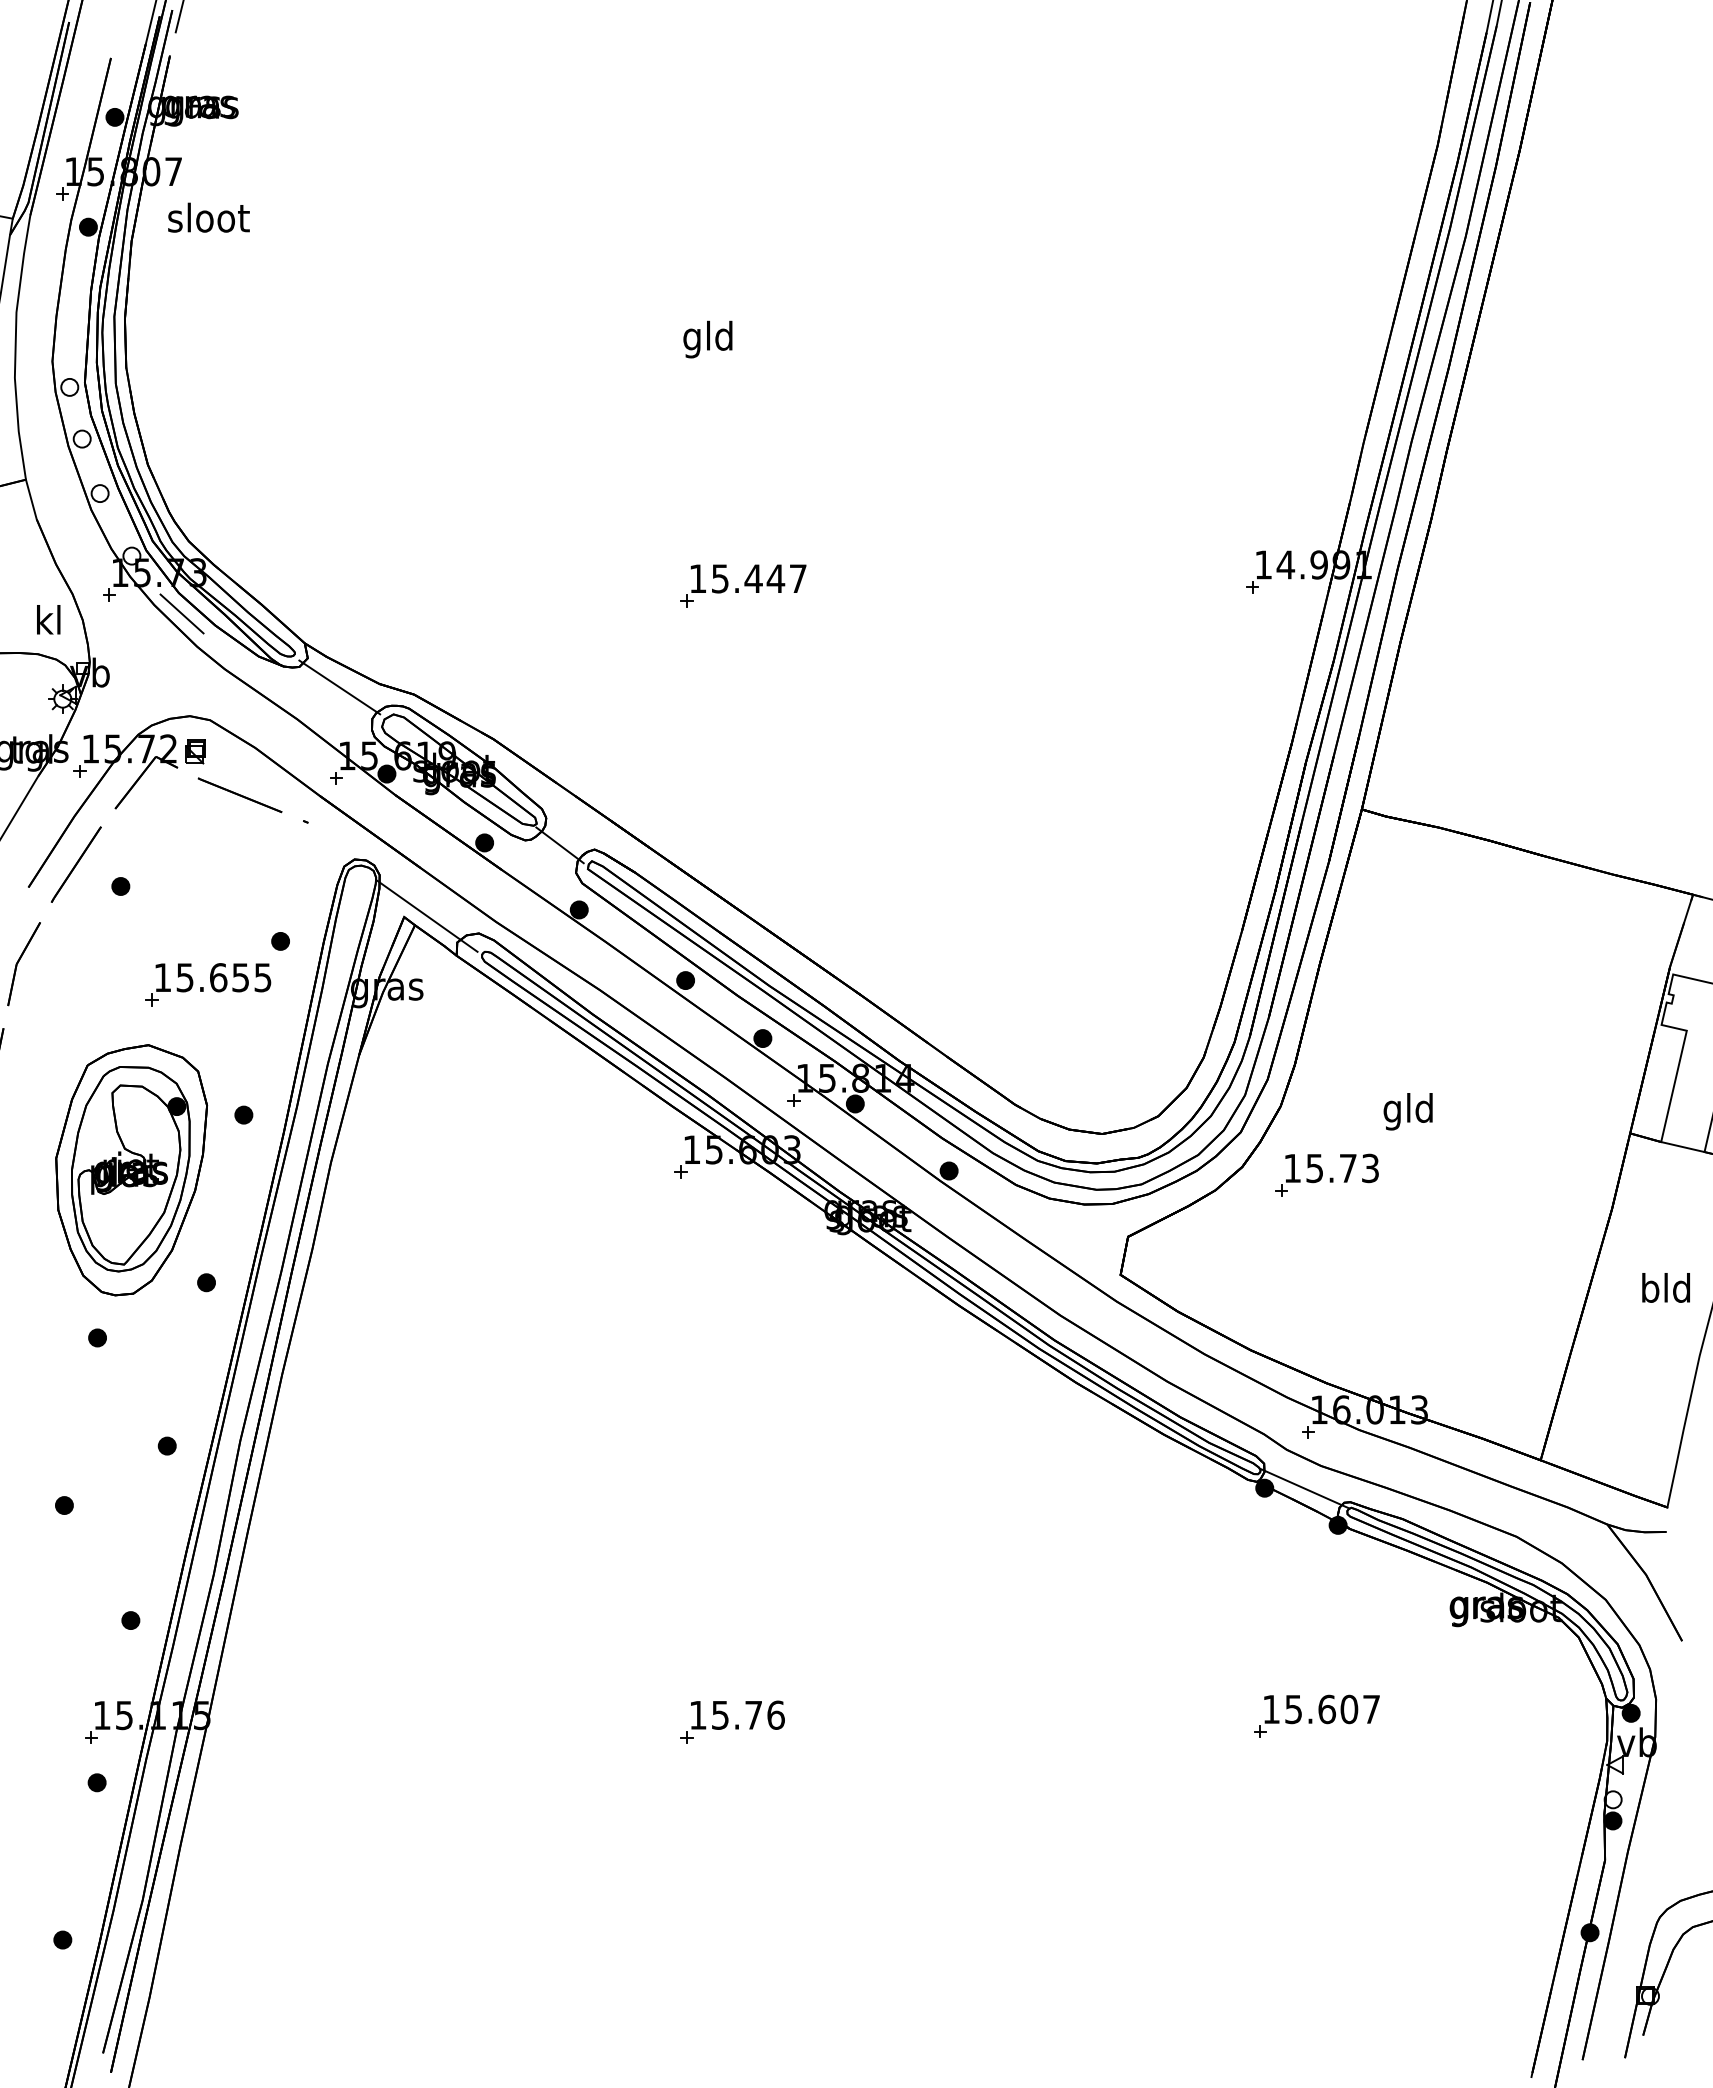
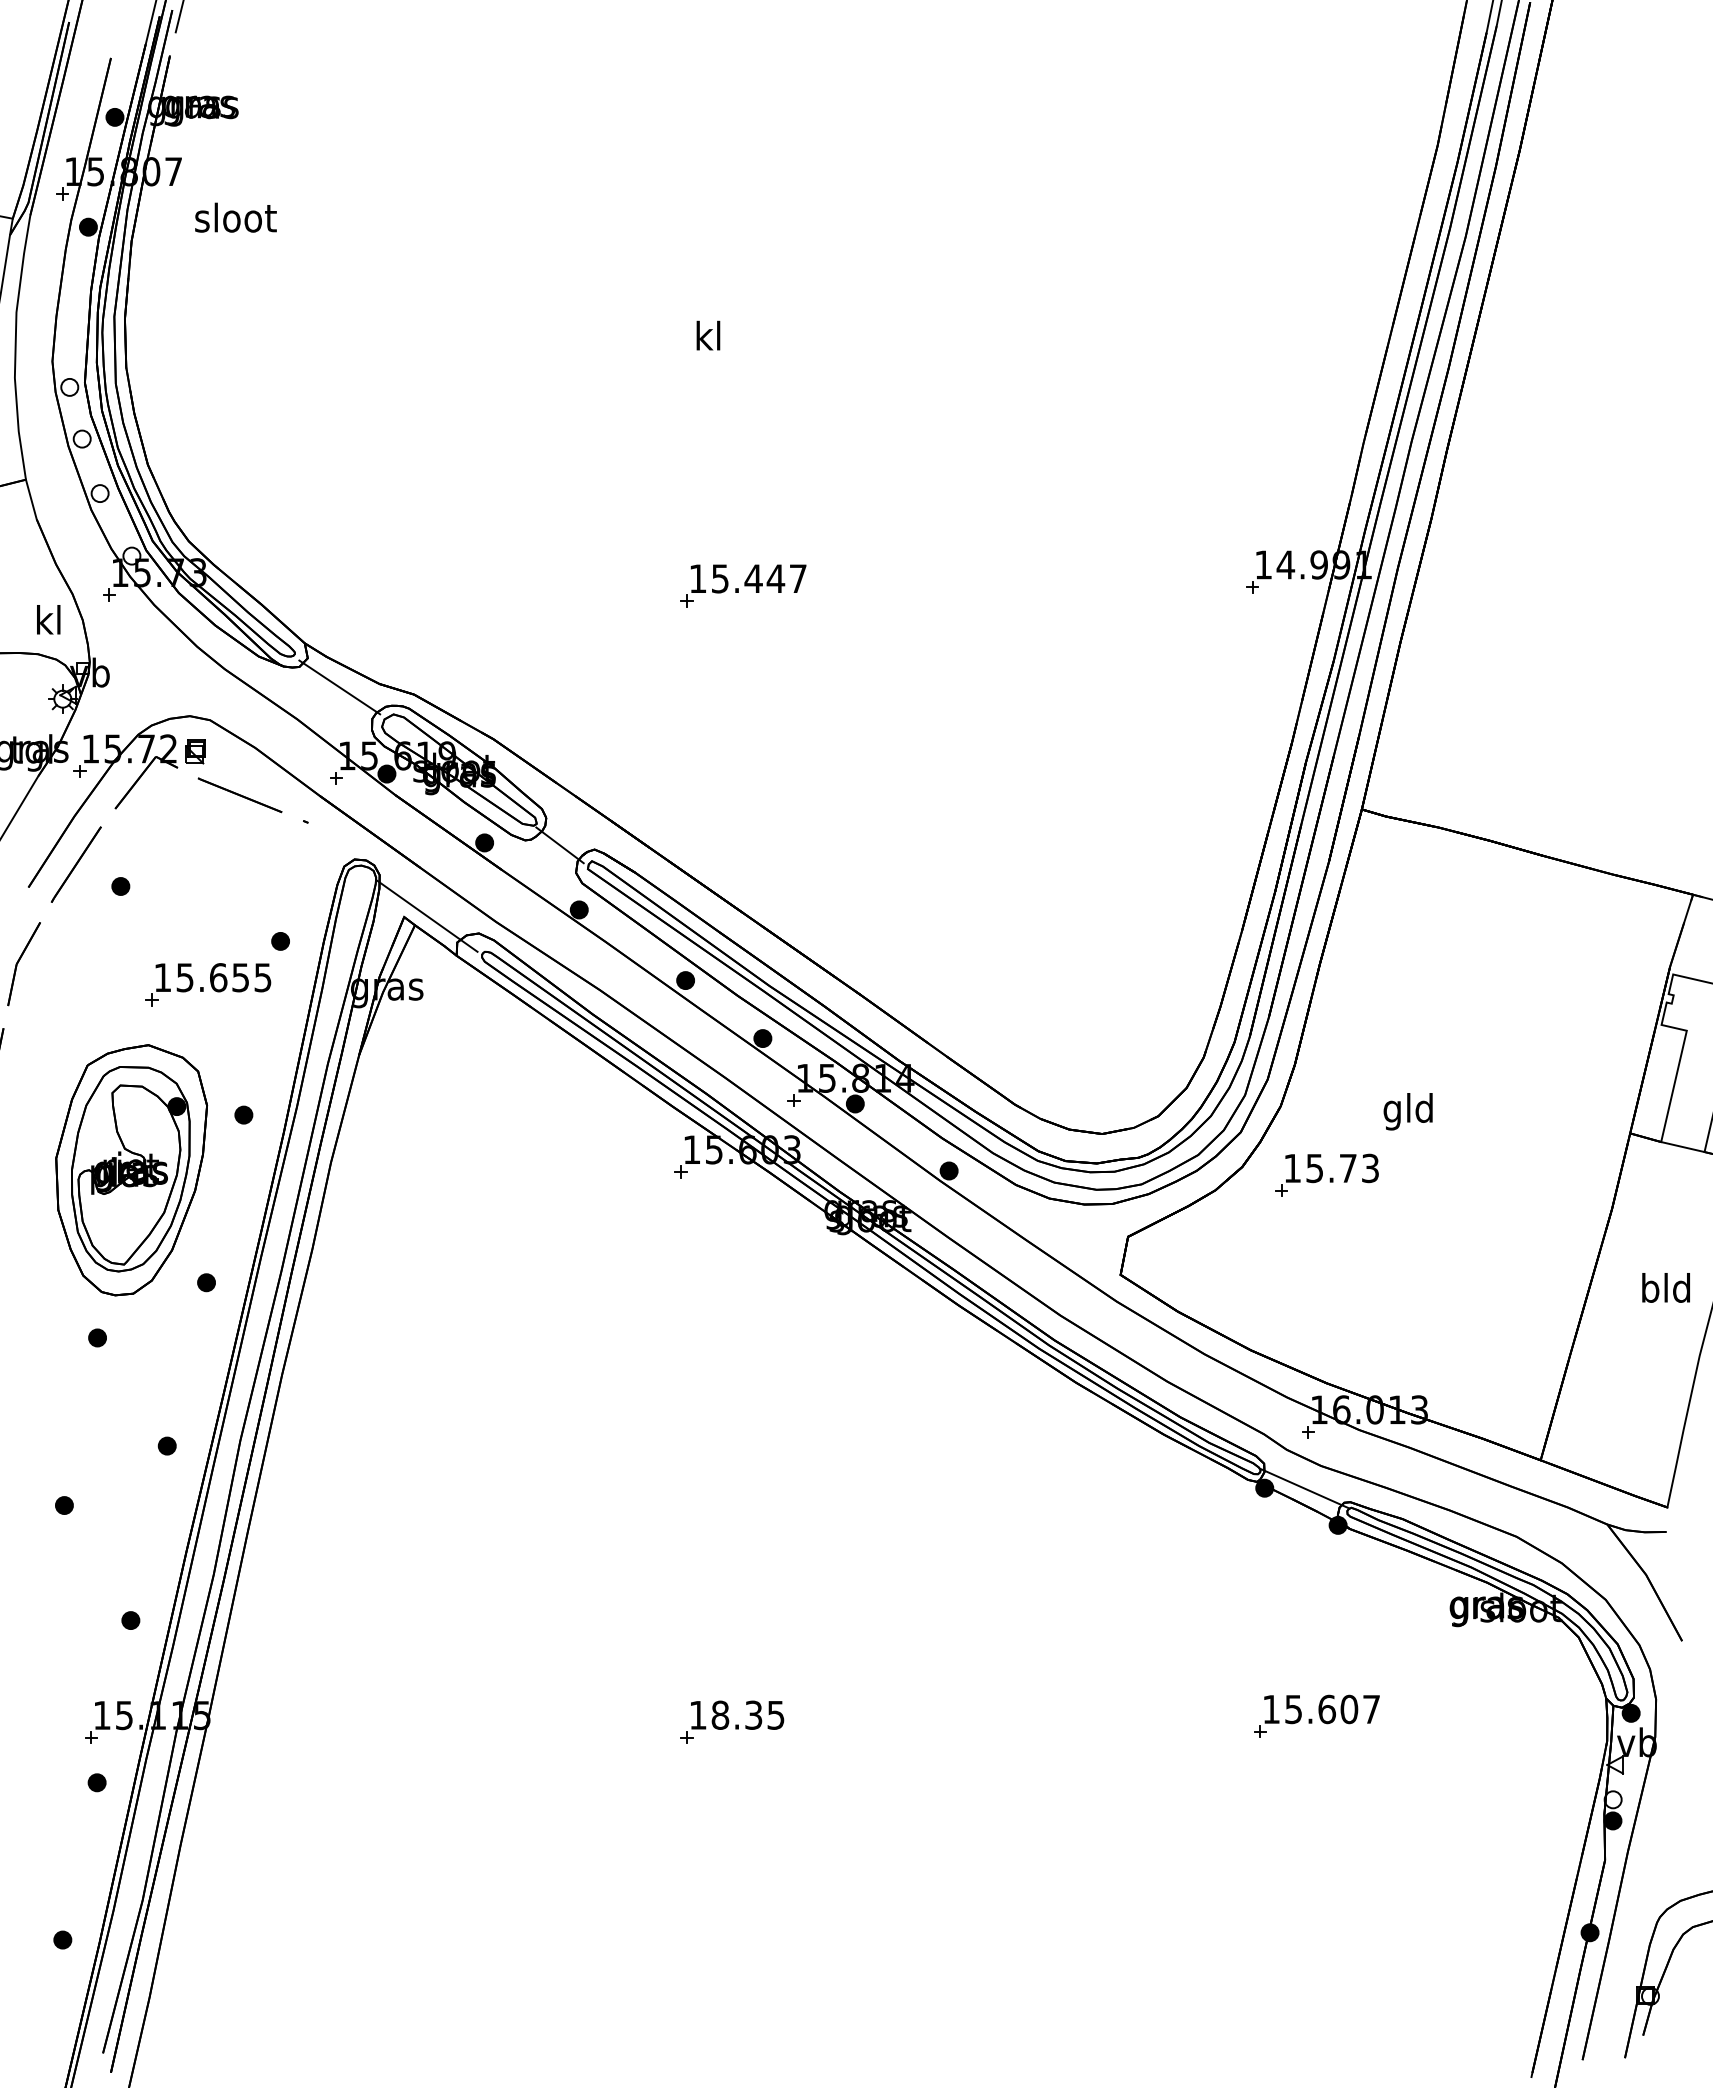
text at (208, 217) position: (208, 217) -> (235, 217)
text at (707, 339): gld -> kl
line at (181, 613): present -> none
text at (747, 1714): 15.76 -> 18.35
